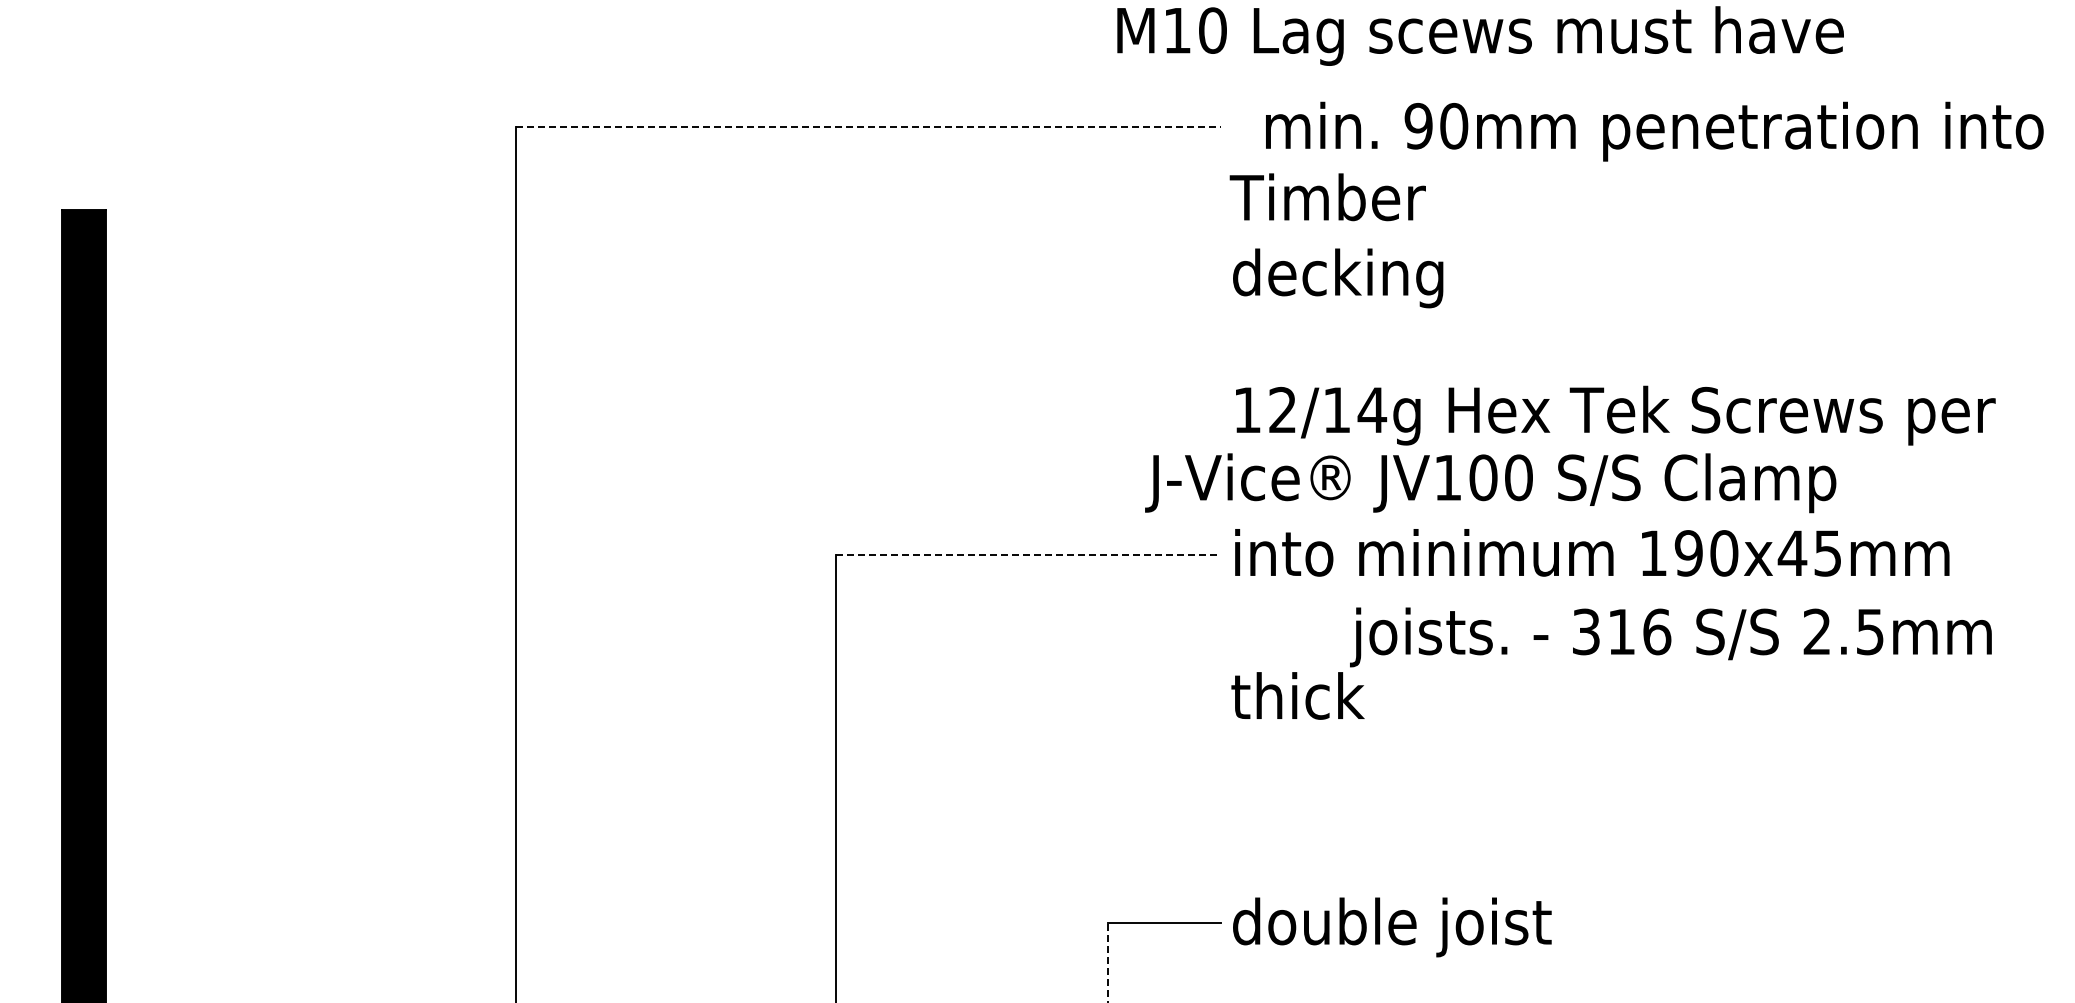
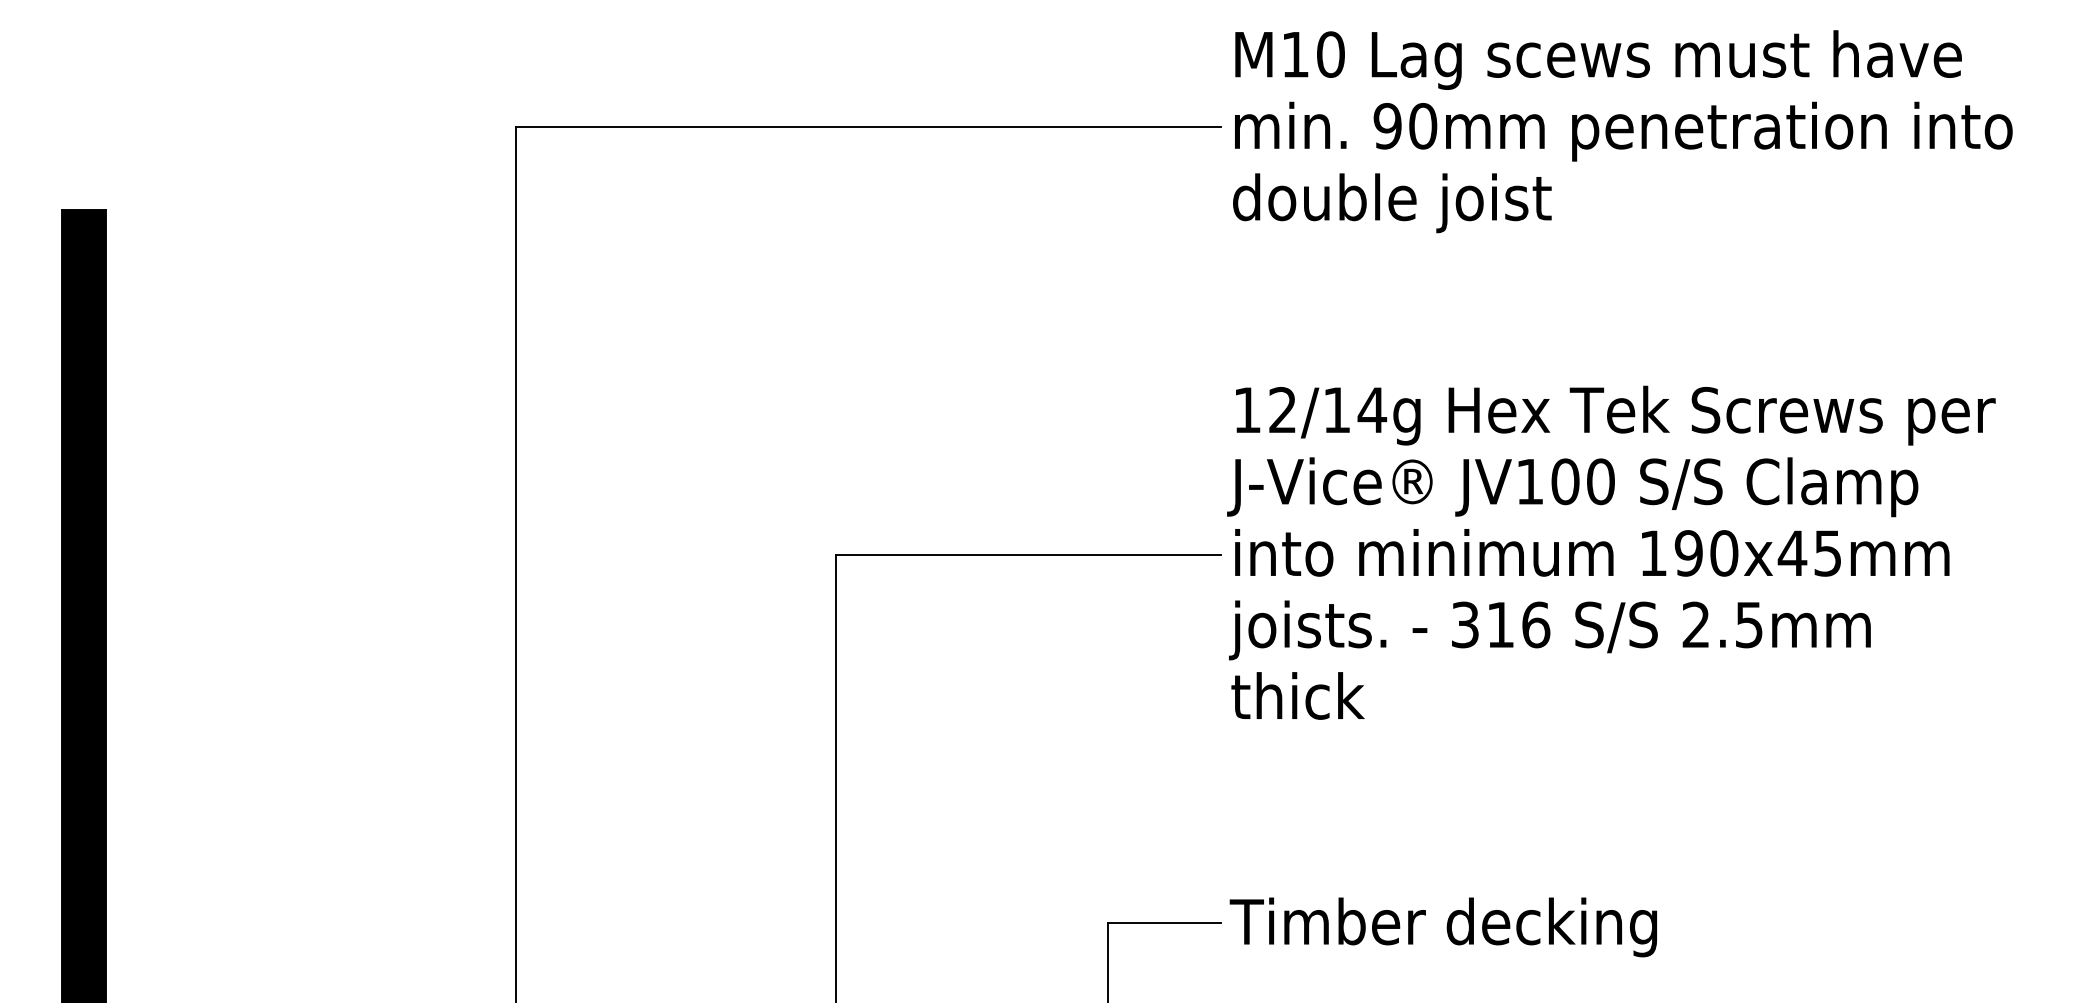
text at (1480, 35) position: (1480, 35) -> (1598, 59)
line at (869, 127): dashed -> solid
text at (1654, 131) position: (1654, 131) -> (1623, 131)
text at (1390, 240): Timber decking -> double joist
text at (1490, 483) position: (1490, 483) -> (1572, 487)
line at (1028, 554): dashed -> solid
text at (1670, 637) position: (1670, 637) -> (1549, 630)
text at (1443, 927): double joist -> Timber decking
line at (1108, 962): dashed -> solid
